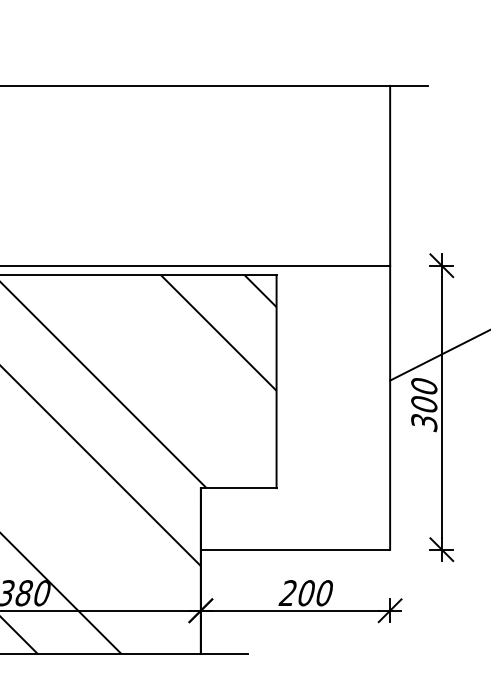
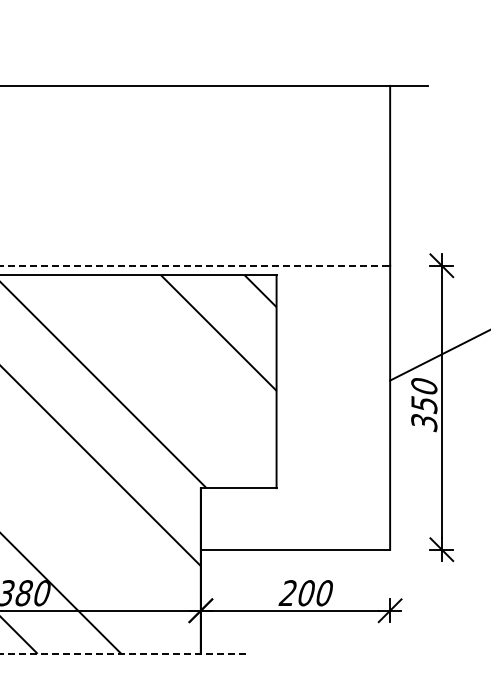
line at (195, 265): solid -> dashed
text at (424, 405): 300 -> 350
line at (124, 653): solid -> dashed
